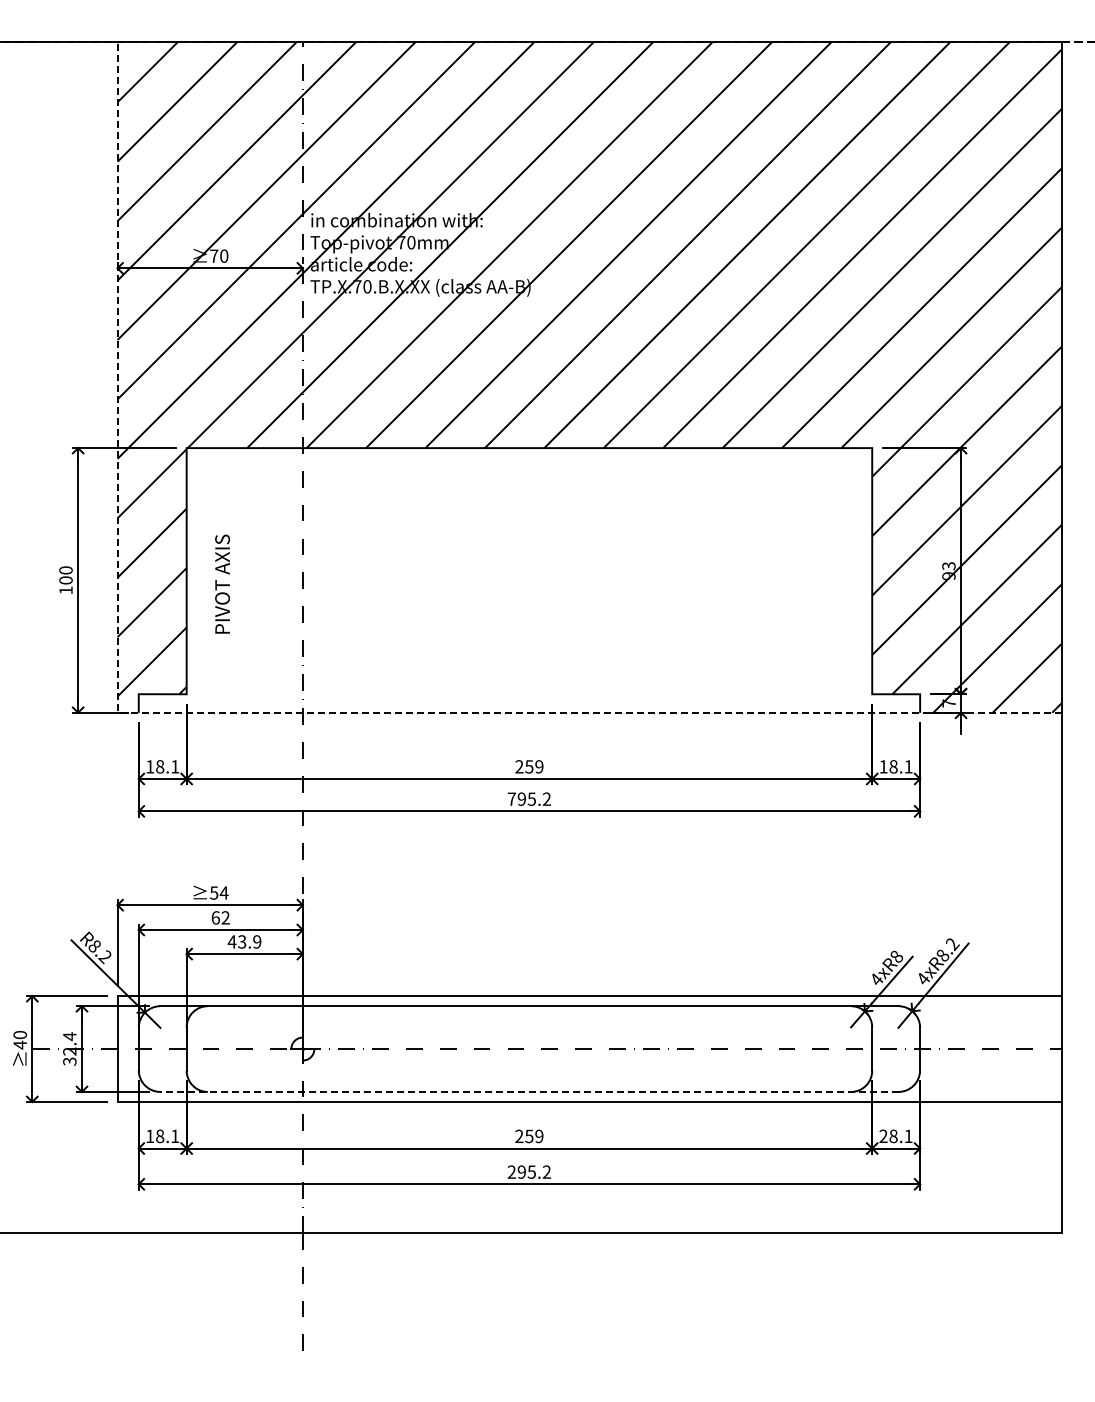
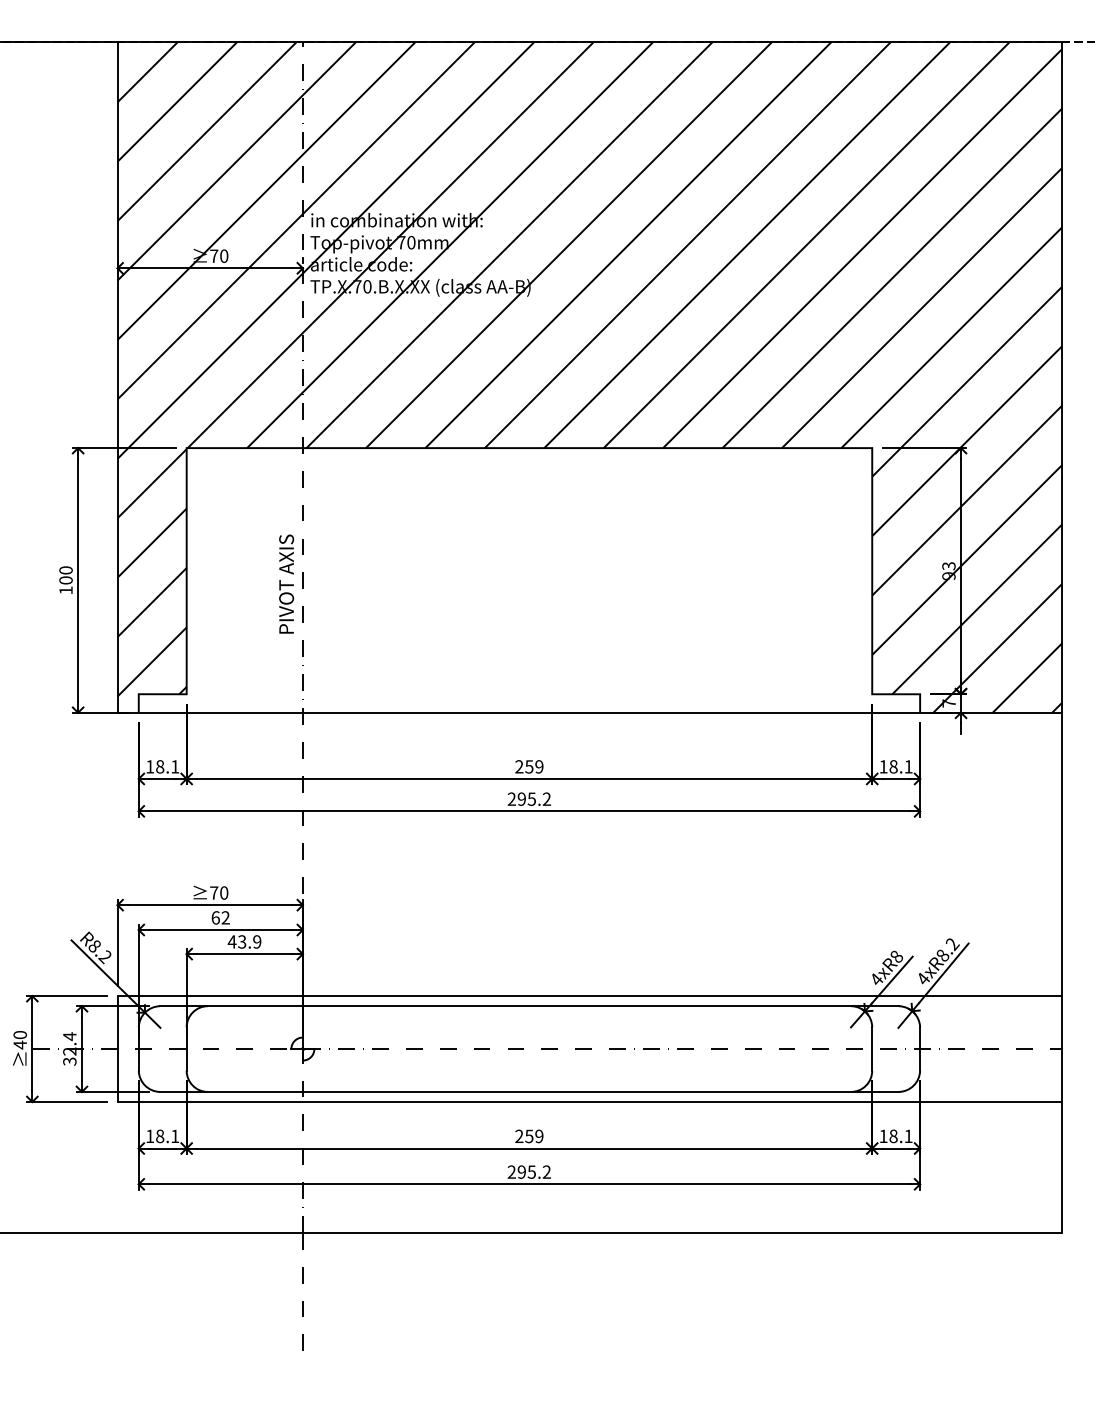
text at (222, 583) position: (222, 583) -> (286, 583)
line at (254, 712): dashed -> solid
text at (511, 798): 795.2 -> 295.2
text at (219, 892): 54 -> 70
line at (529, 1091): dashed -> solid
text at (883, 1135): 28.1 -> 18.1
